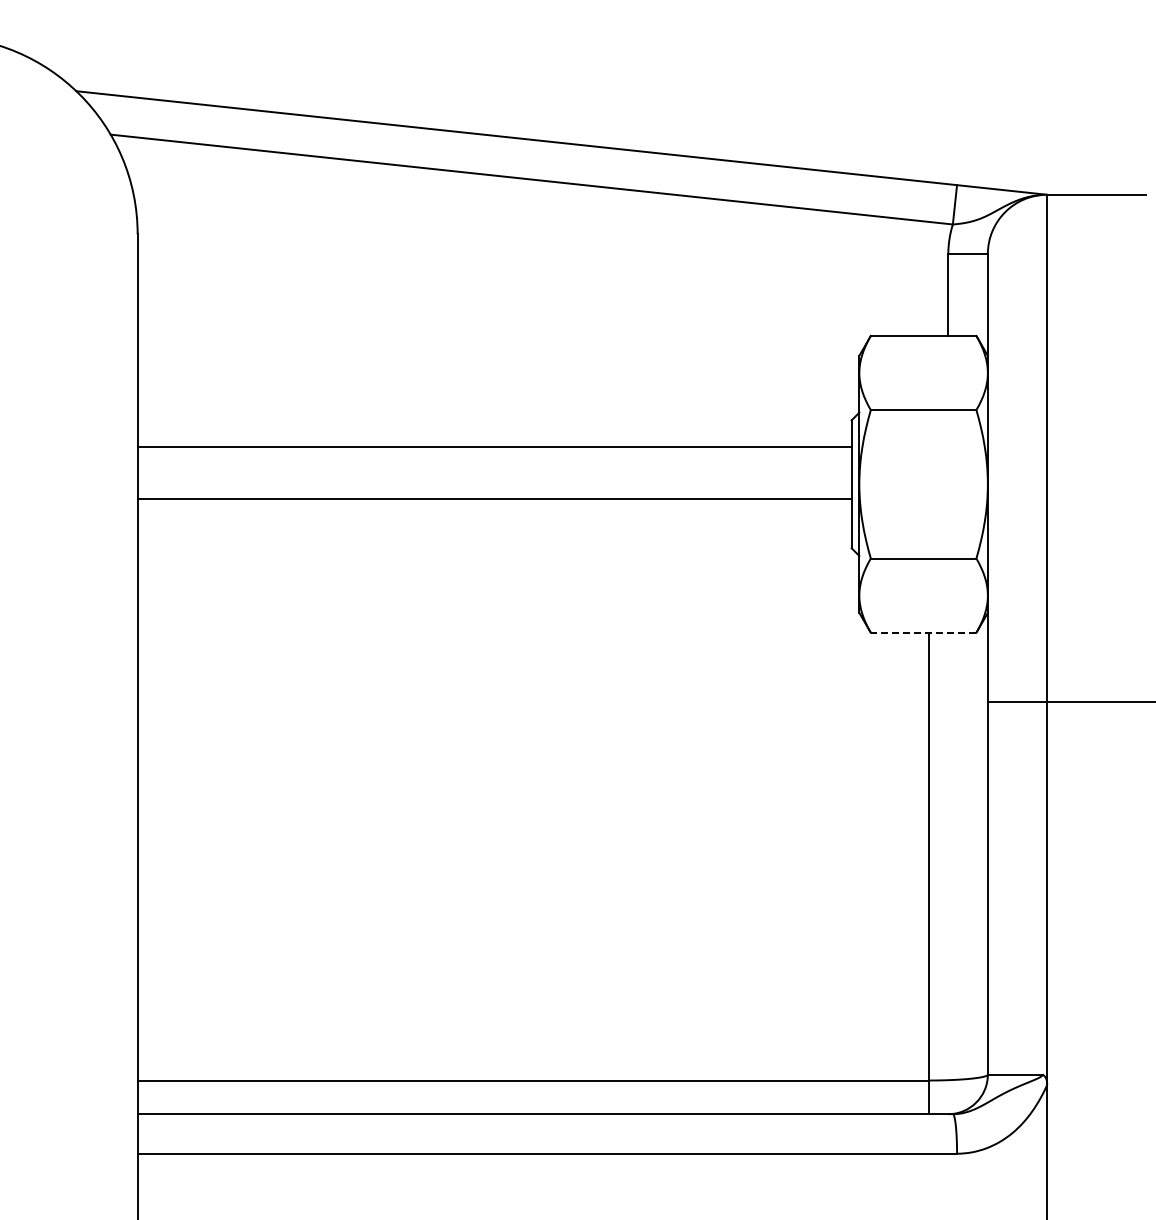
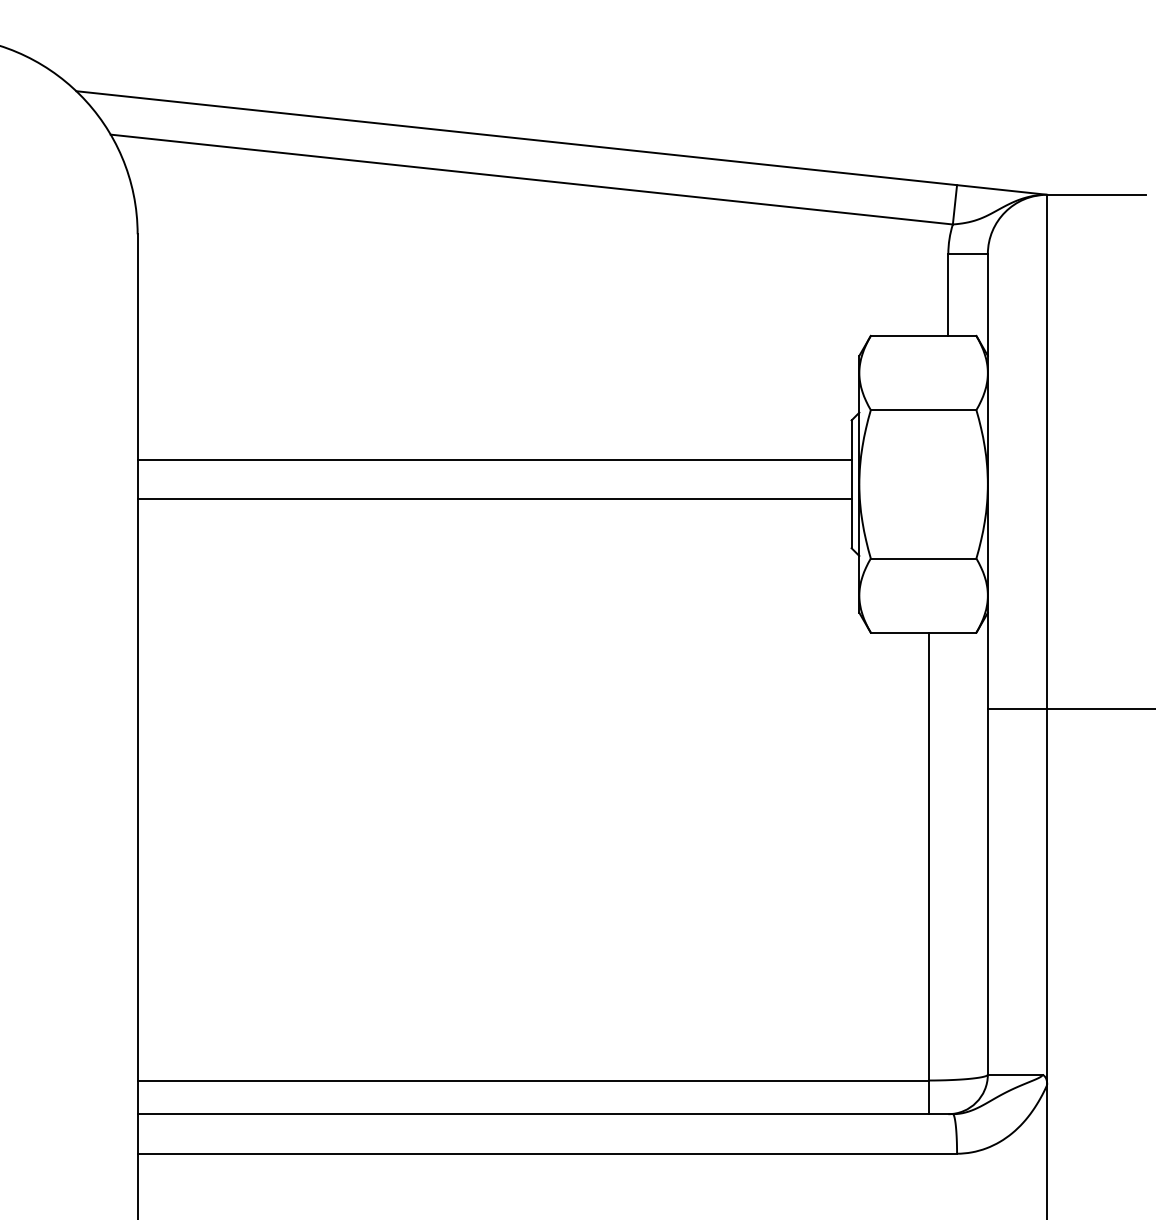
line at (494, 446) position: (494, 446) -> (494, 459)
line at (923, 632): dashed -> solid
line at (1069, 701) position: (1069, 701) -> (1069, 708)
